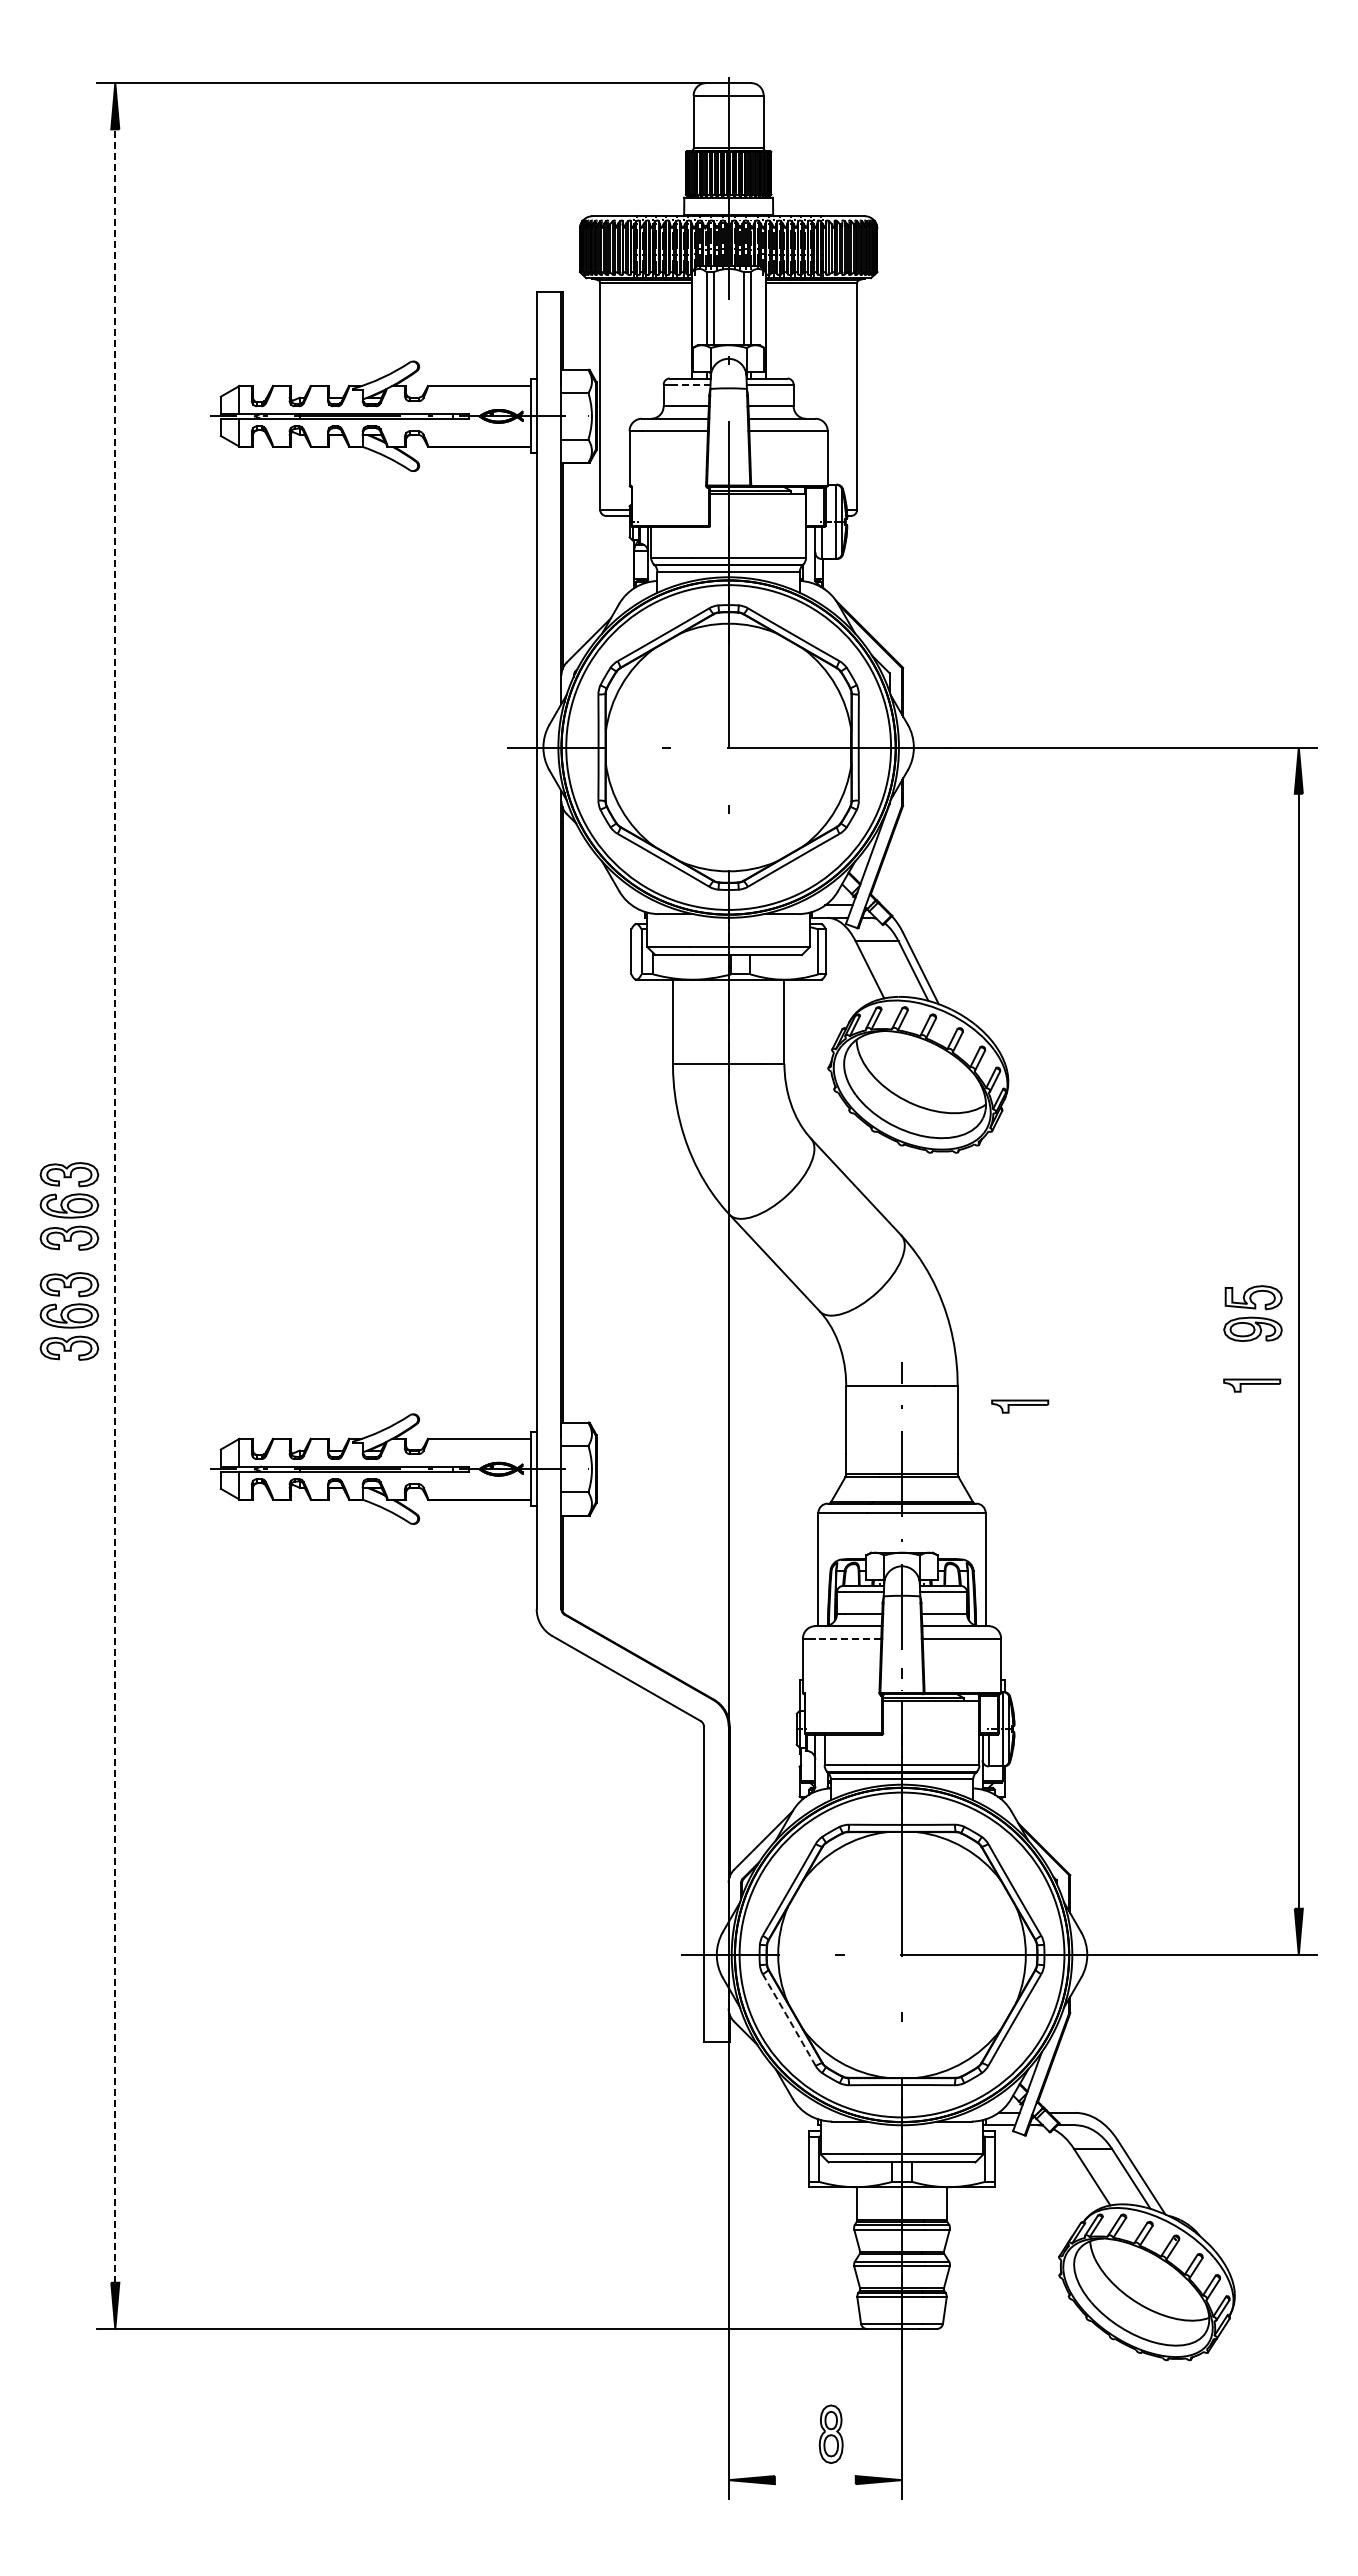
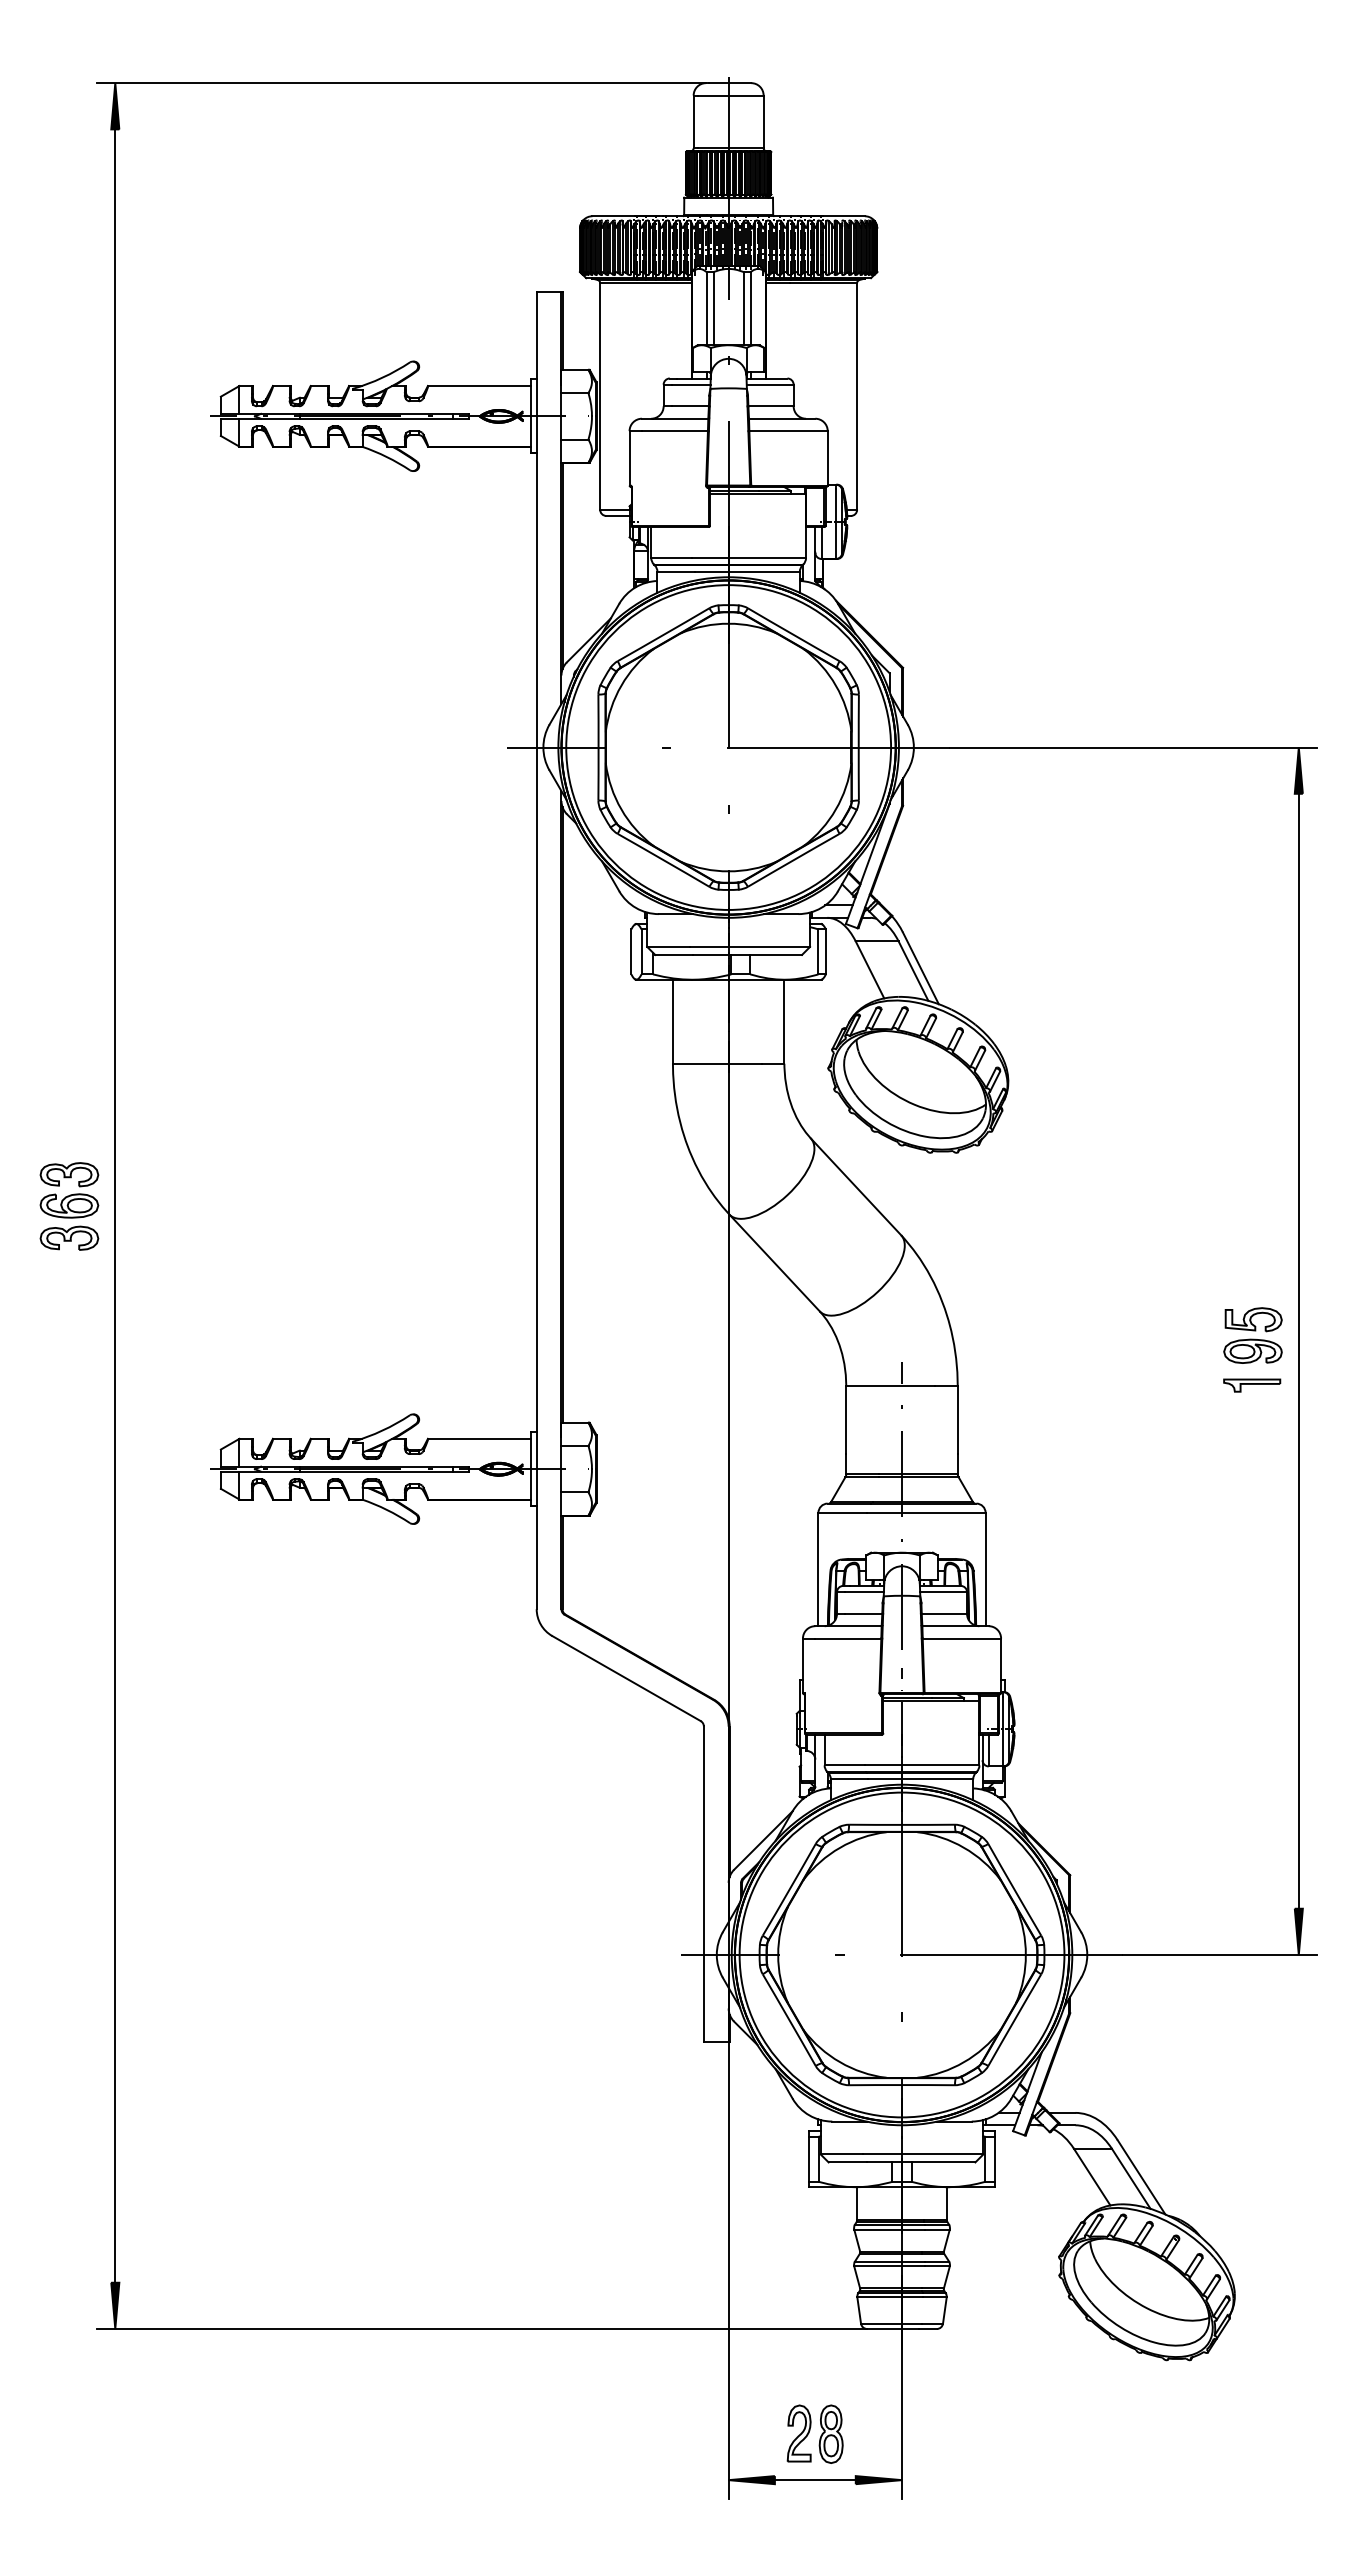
line at (690, 384): dashed -> solid
line at (115, 1206): dashed -> solid
part at (1252, 1313) position: (1252, 1313) -> (1252, 1335)
part at (69, 1316): present -> none
part at (1020, 1406): present -> none
line at (847, 1638): dashed -> solid
arc at (789, 2020): dashed -> solid
part at (798, 2433): none -> present
line at (814, 2480): none -> present
